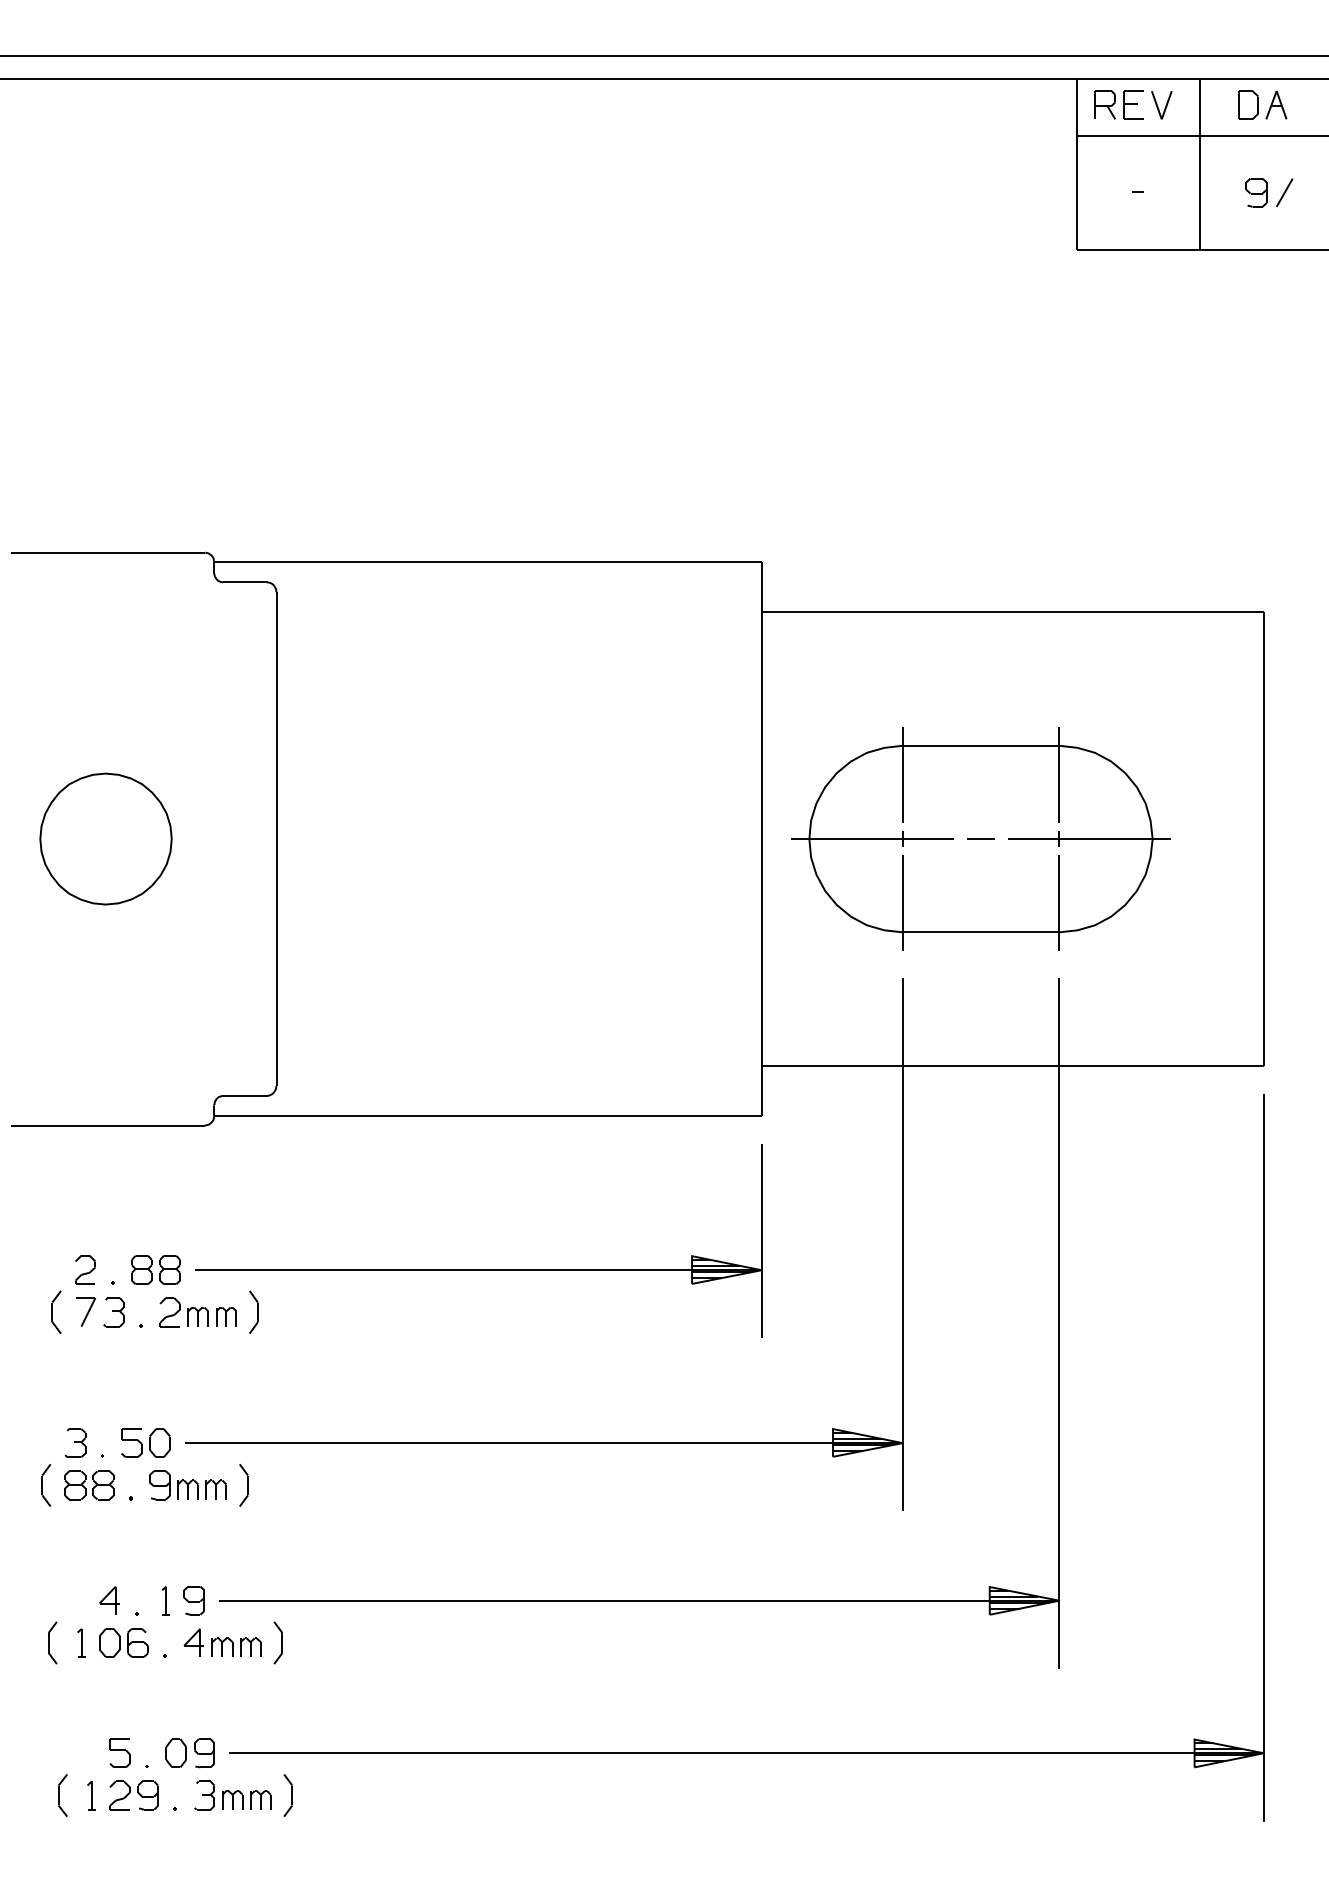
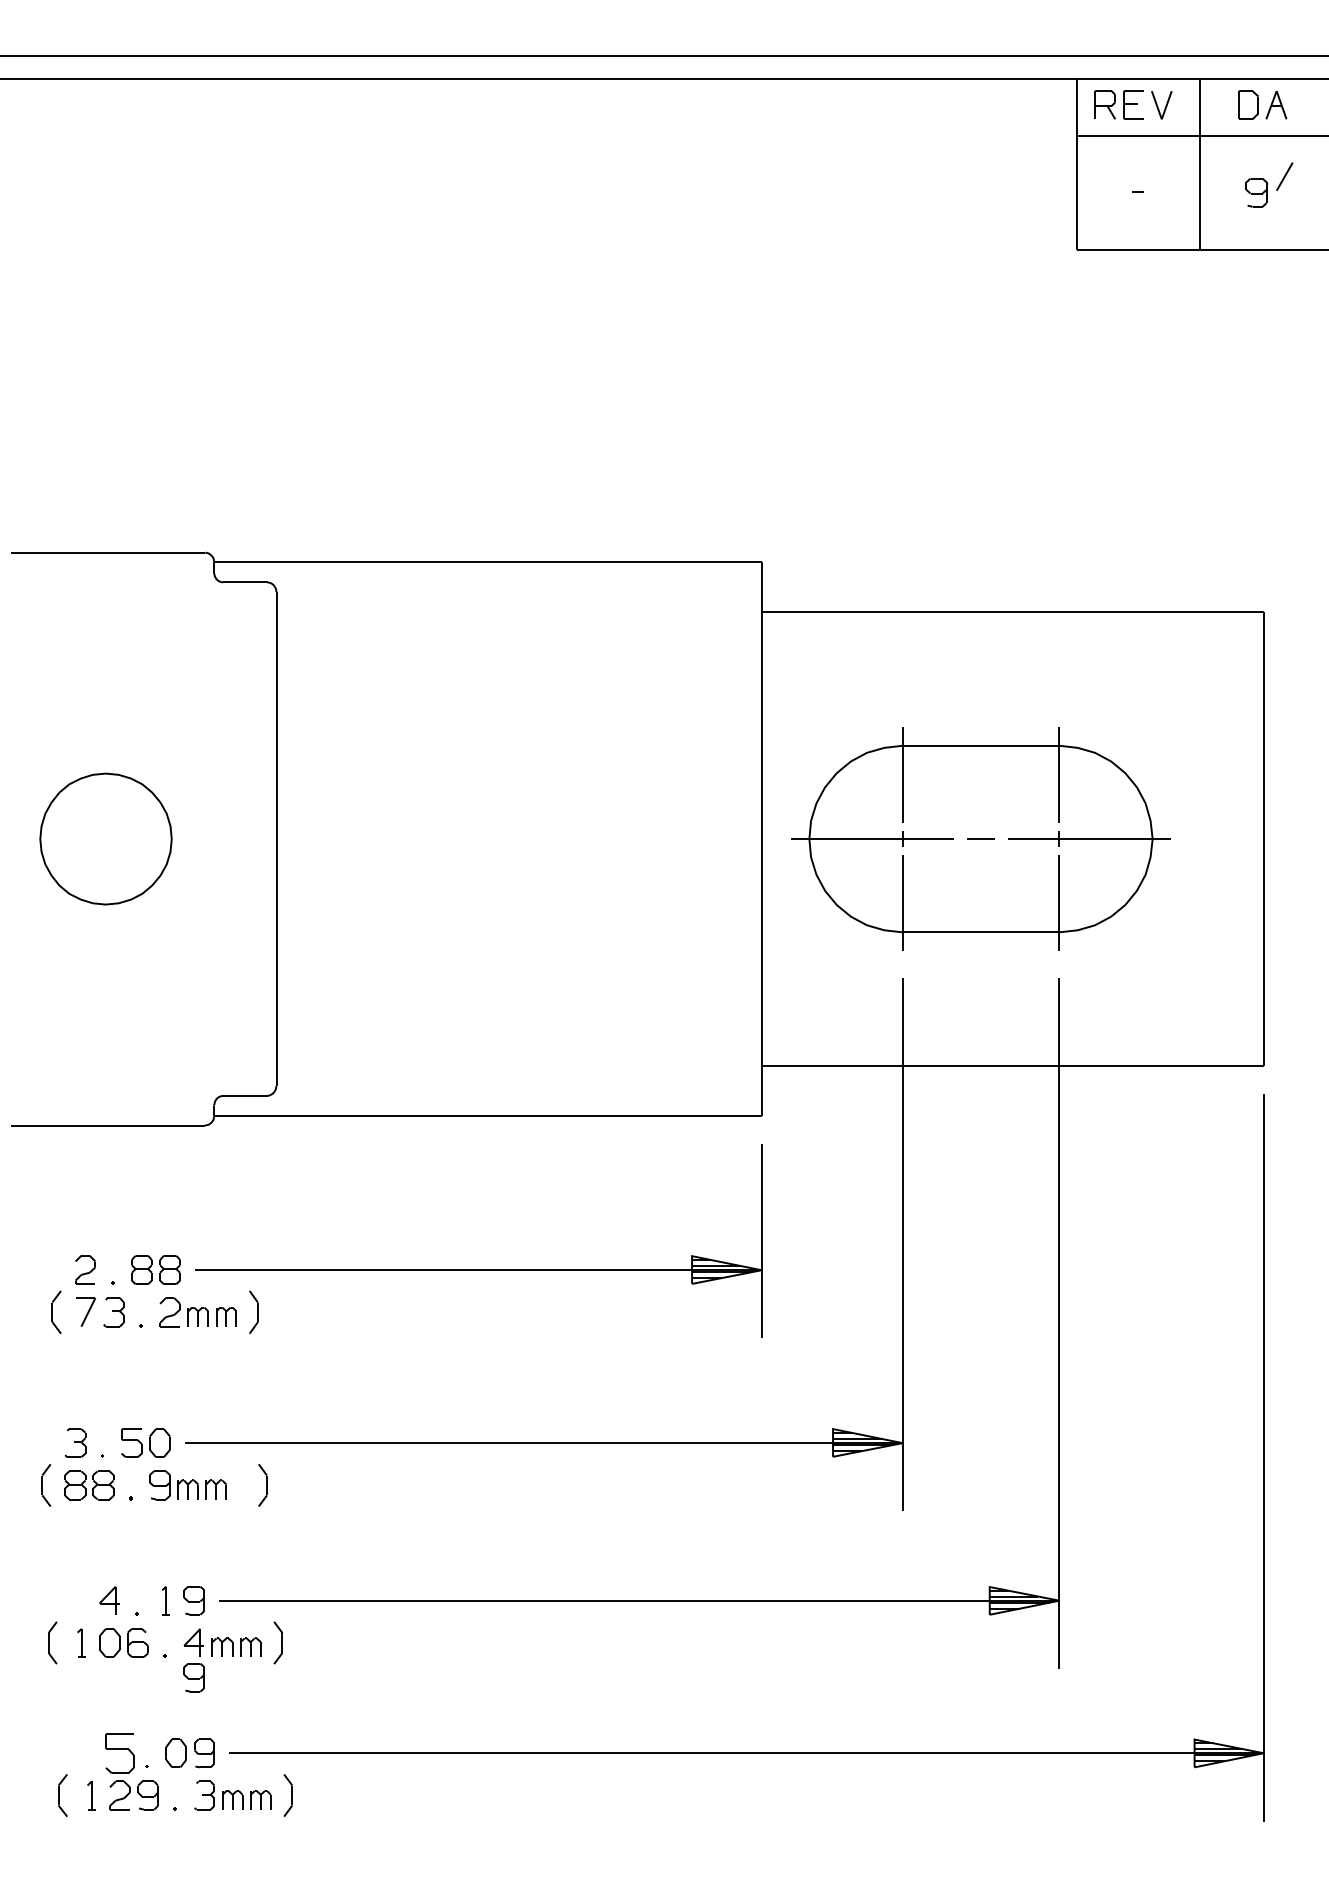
line at (1284, 192) position: (1284, 192) -> (1284, 176)
part at (243, 1485) position: (243, 1485) -> (262, 1485)
part at (193, 1677): none -> present
part at (119, 1752) size: 22x30 px -> 30x41 px
